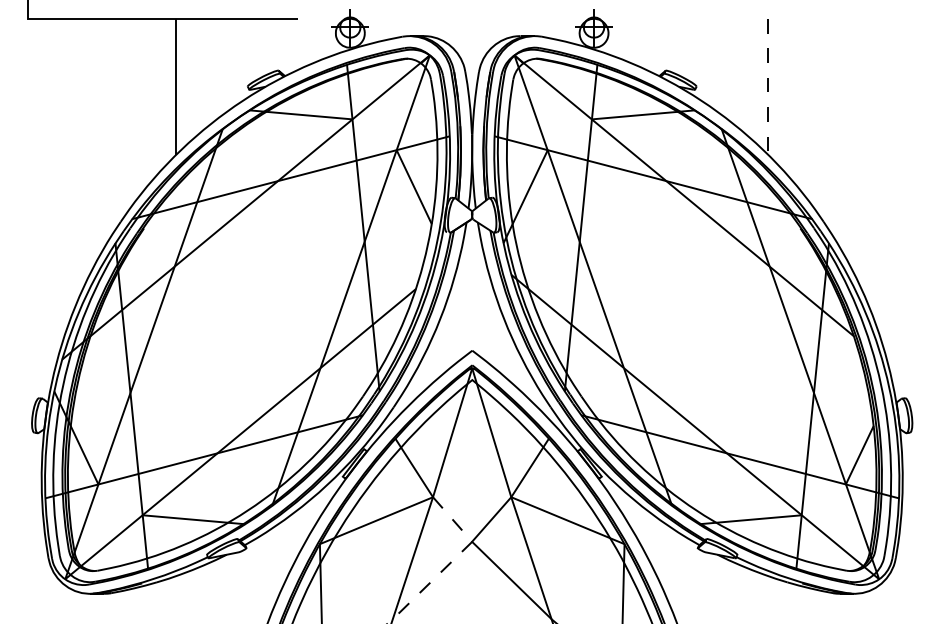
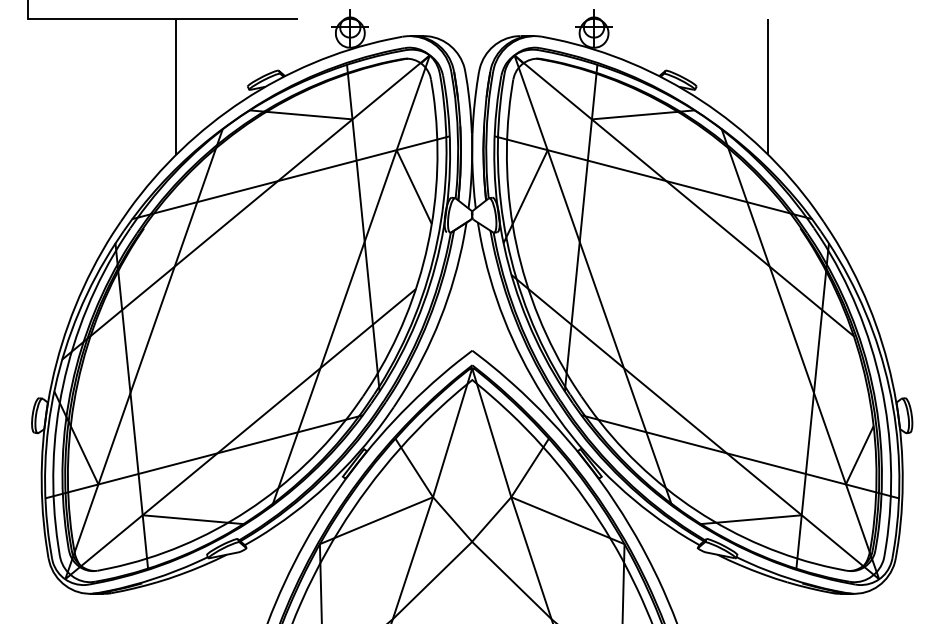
line at (768, 86): dashed -> solid
line at (450, 562): dashed -> solid
